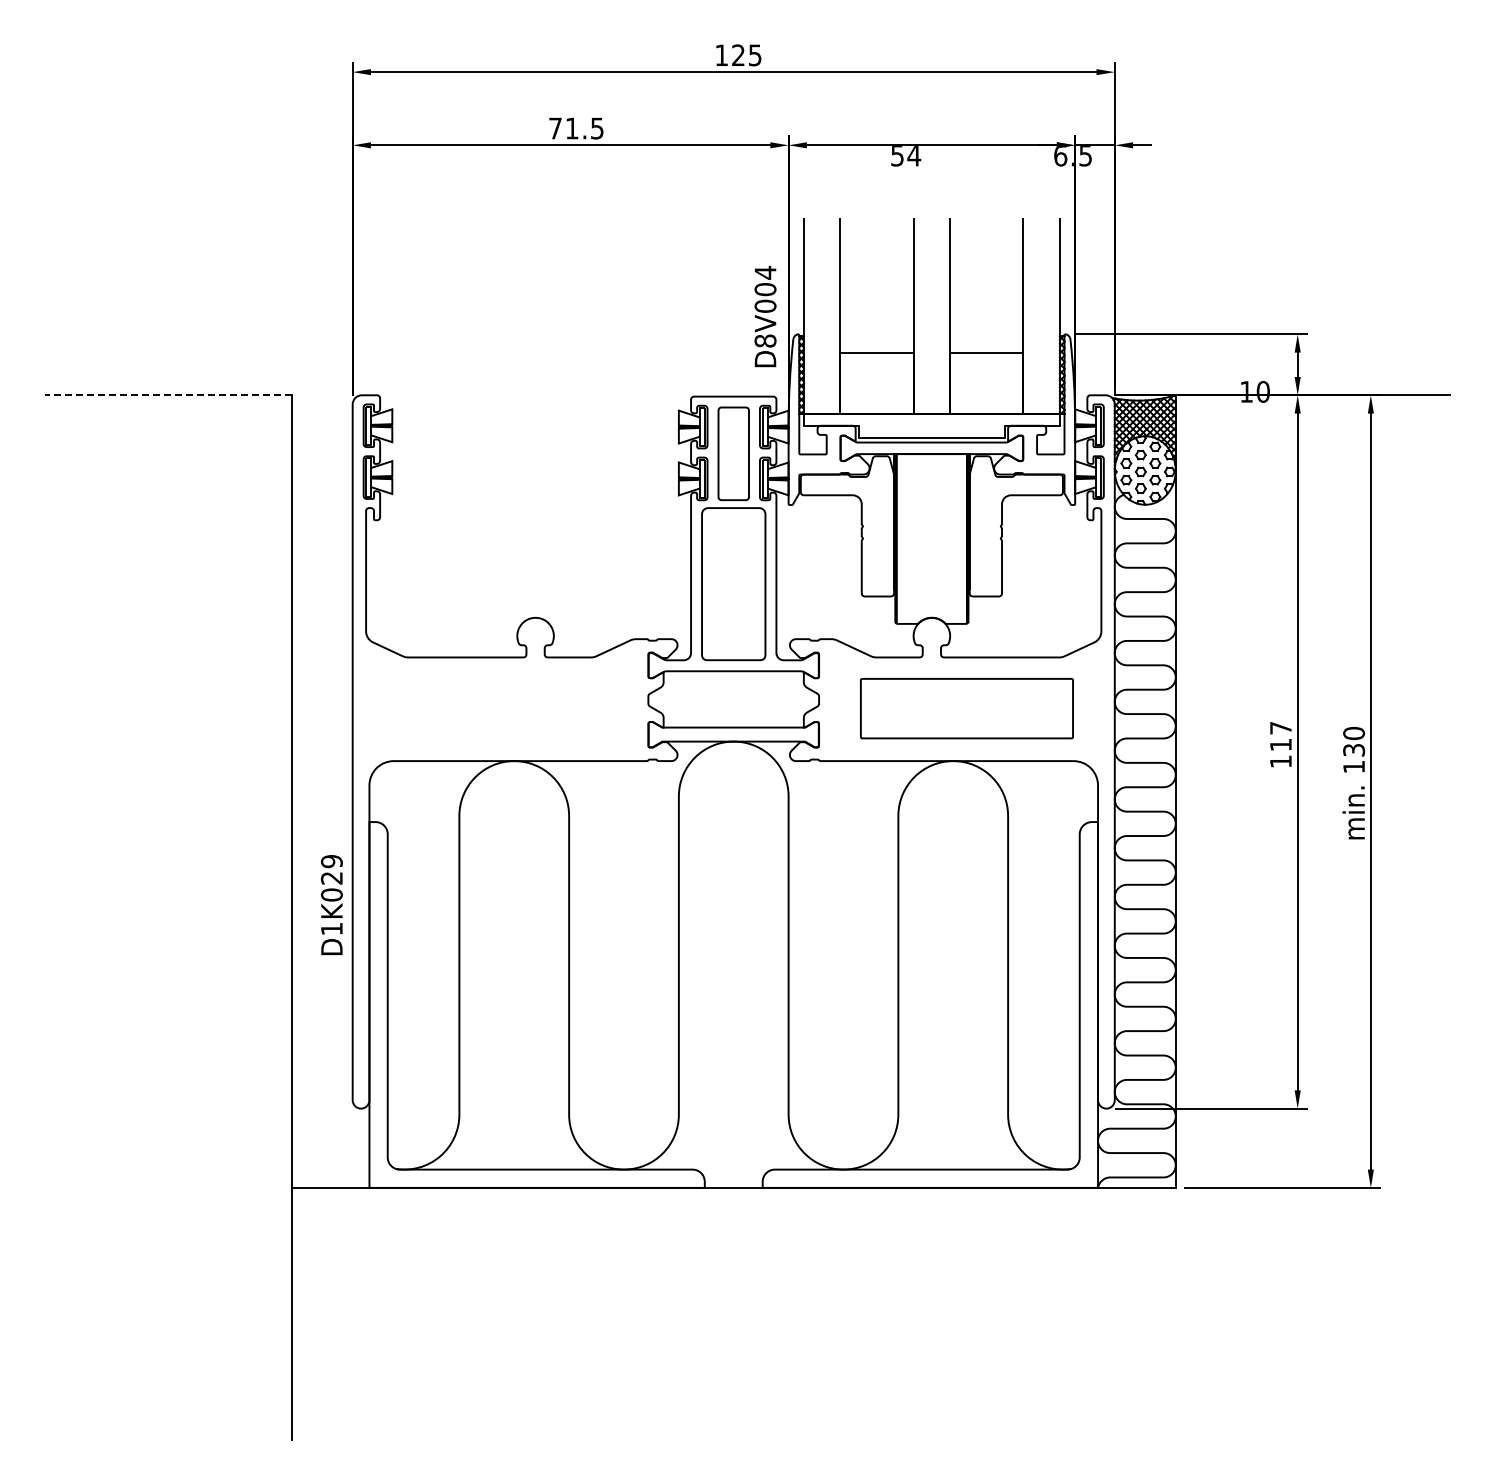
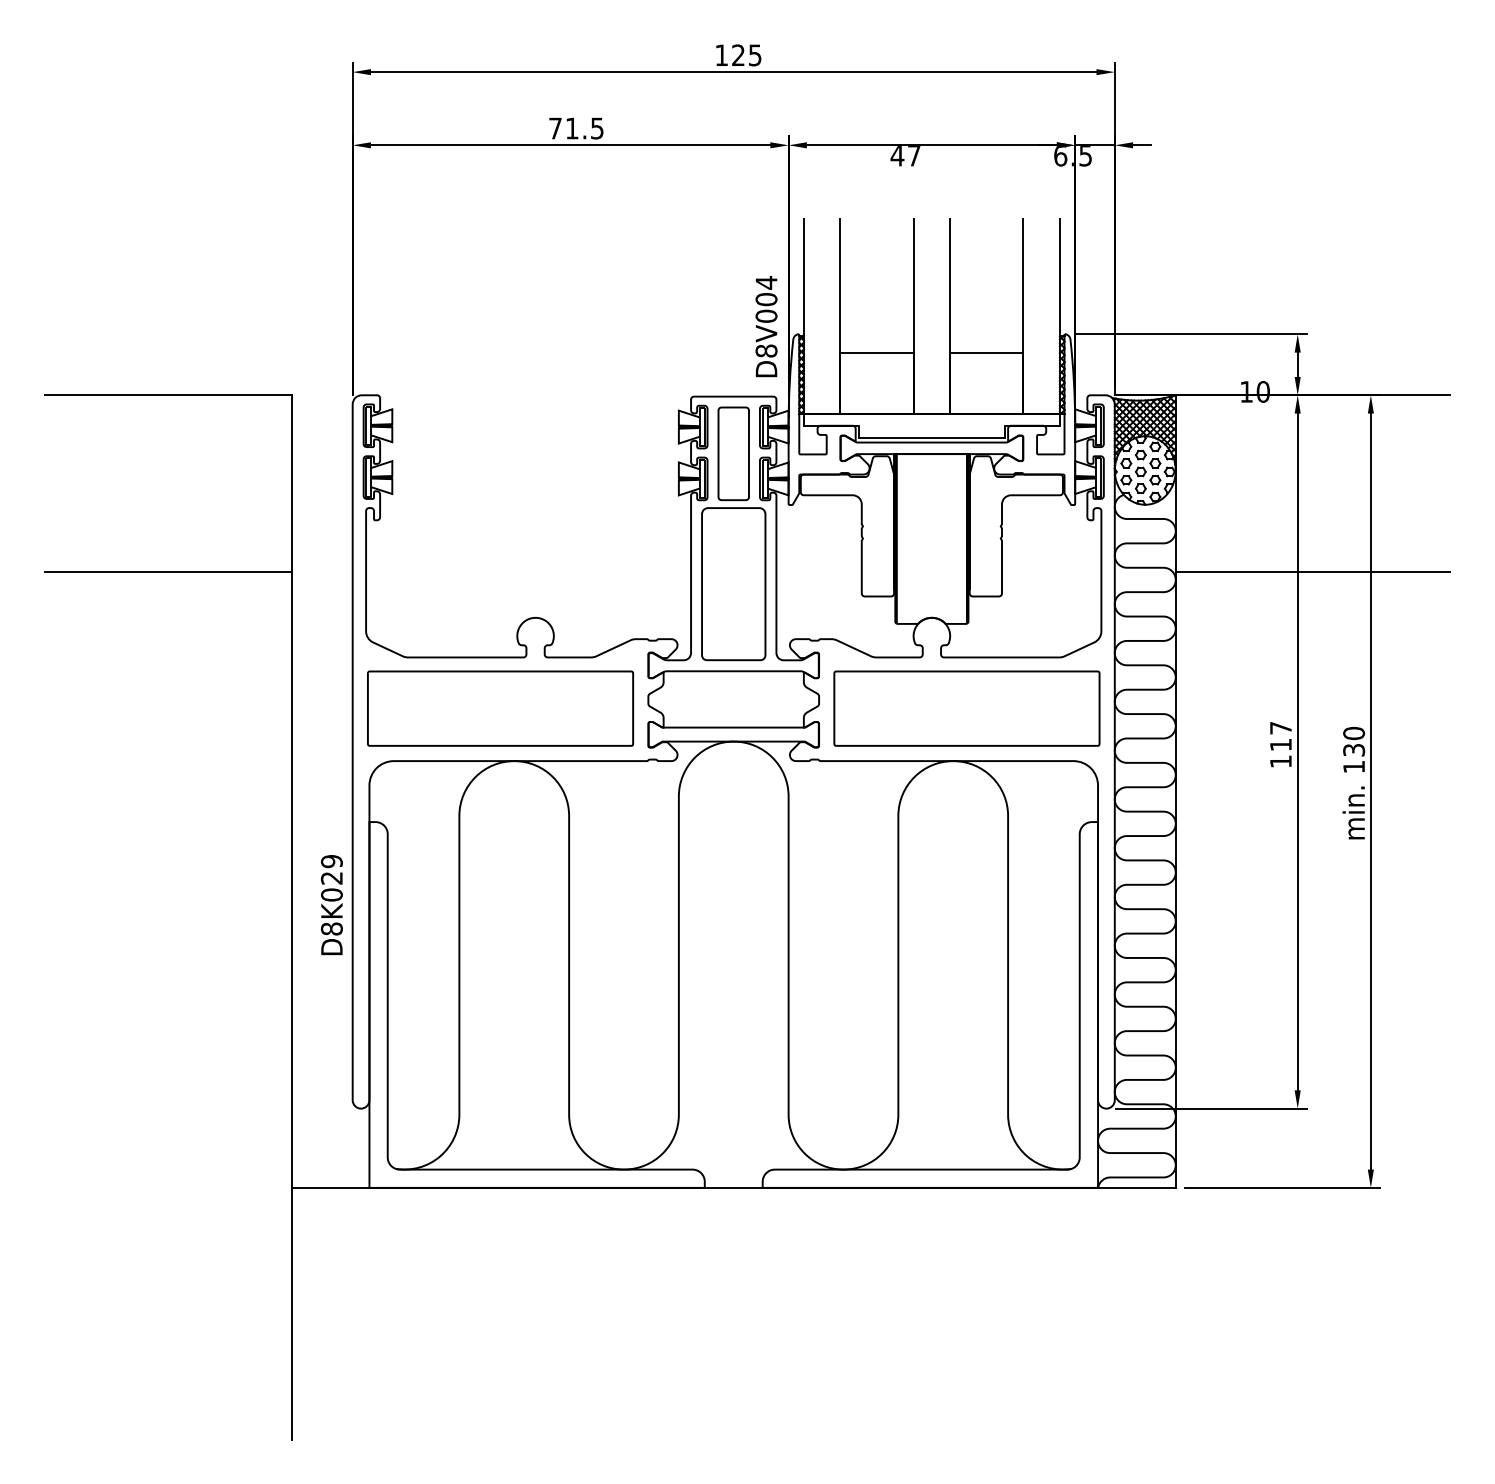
text at (905, 156): 54 -> 47
text at (765, 316) position: (765, 316) -> (766, 326)
line at (167, 395): dashed -> solid
line at (167, 572): none -> present
line at (1312, 572): none -> present
part at (500, 708): none -> present
part at (966, 708) size: 214x62 px -> 268x77 px
text at (331, 928): D1K029 -> D8K029
